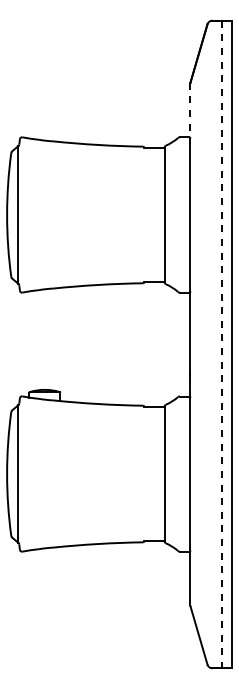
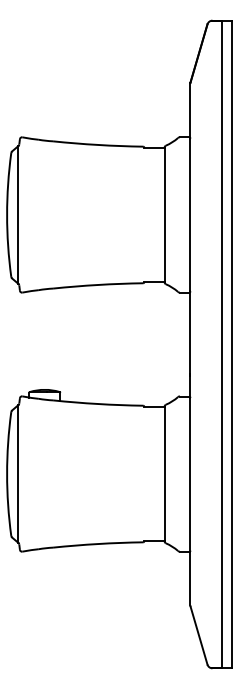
line at (190, 110): dashed -> solid
line at (221, 344): dashed -> solid
